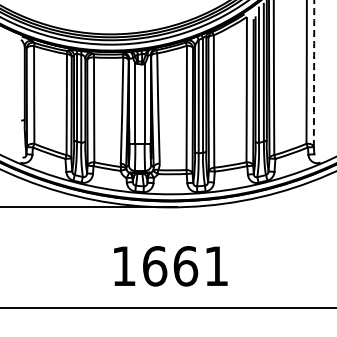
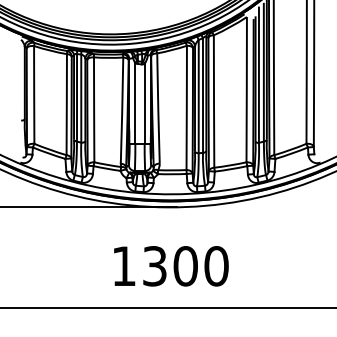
arc at (314, 73): dashed -> solid
text at (185, 266): 1661 -> 1300
